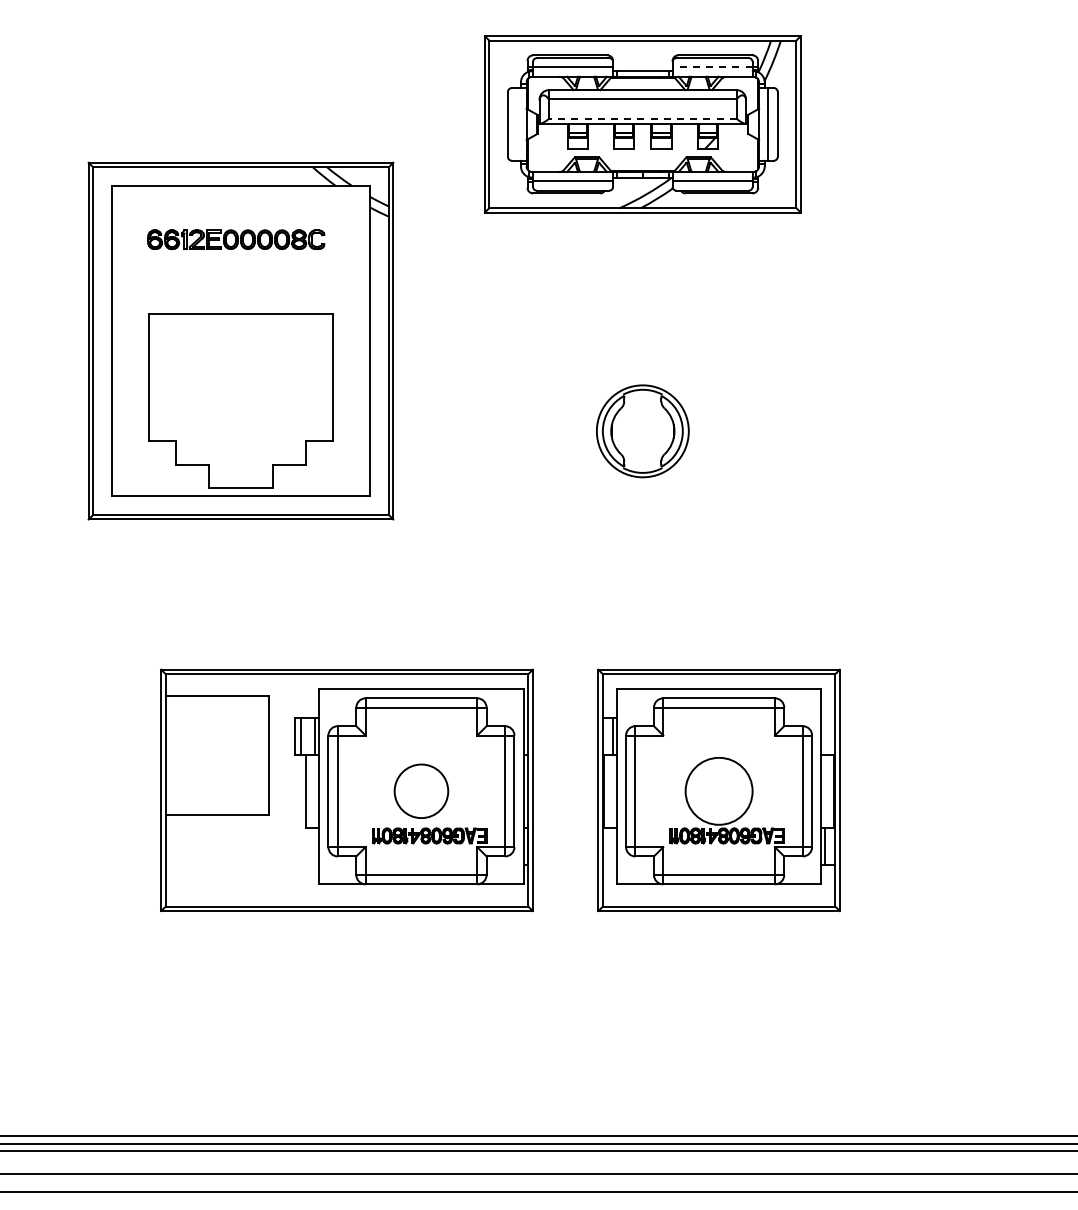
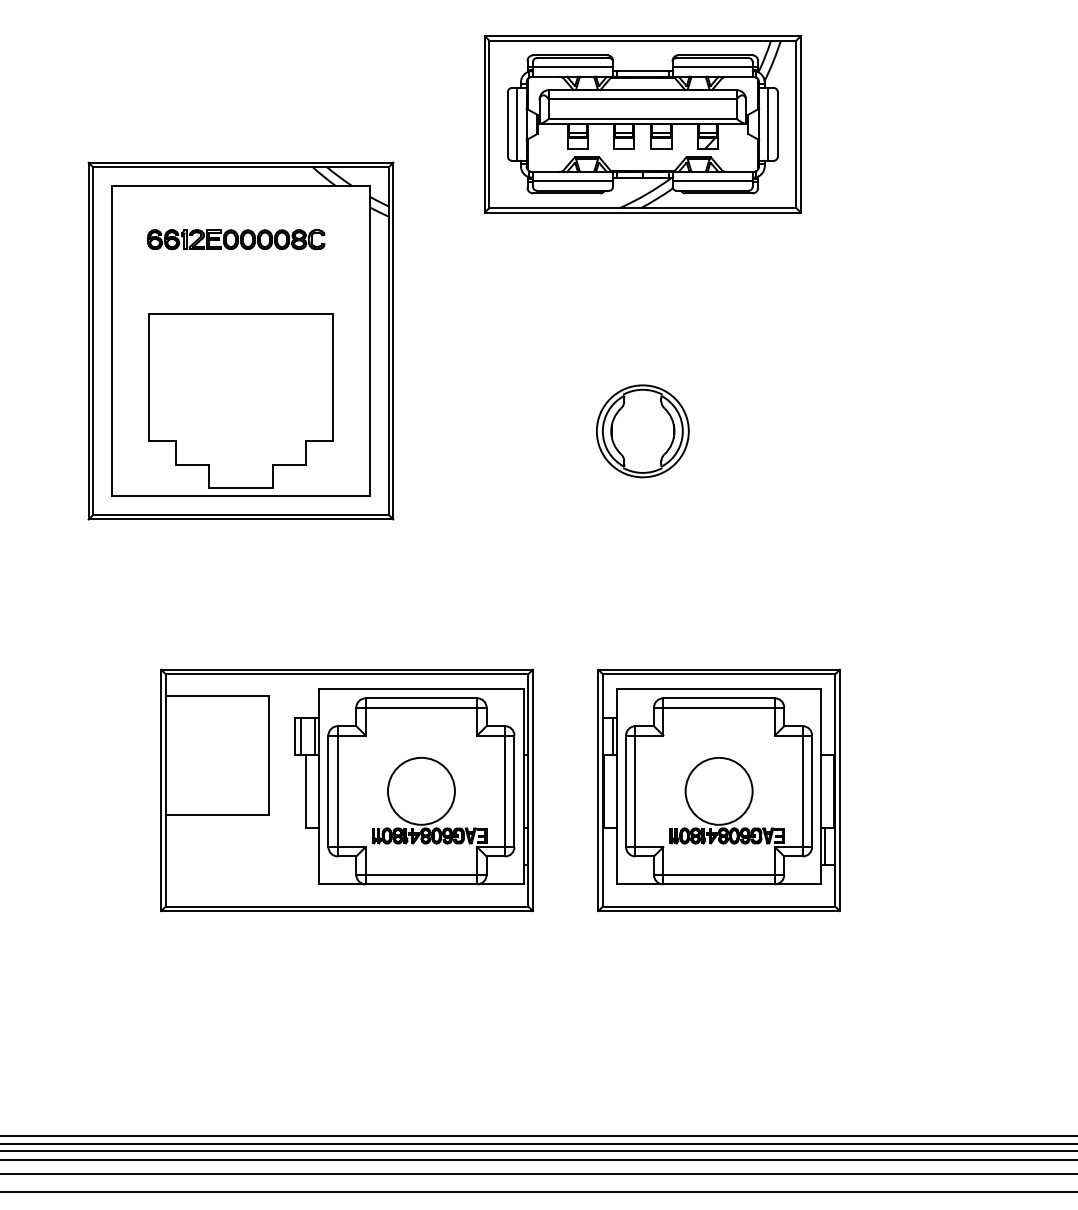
line at (712, 67): dashed -> solid
line at (642, 118): dashed -> solid
line at (517, 124): none -> present
circle at (421, 791) diameter: 54 px -> 67 px
line at (538, 1160): none -> present
